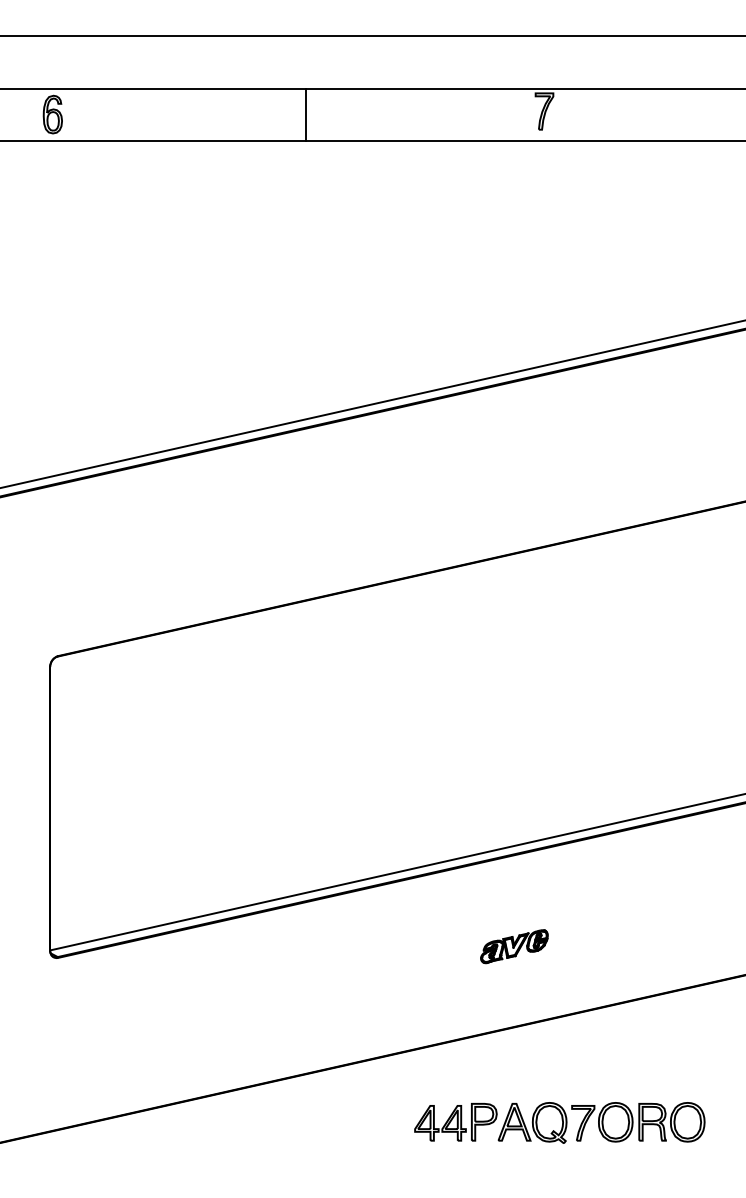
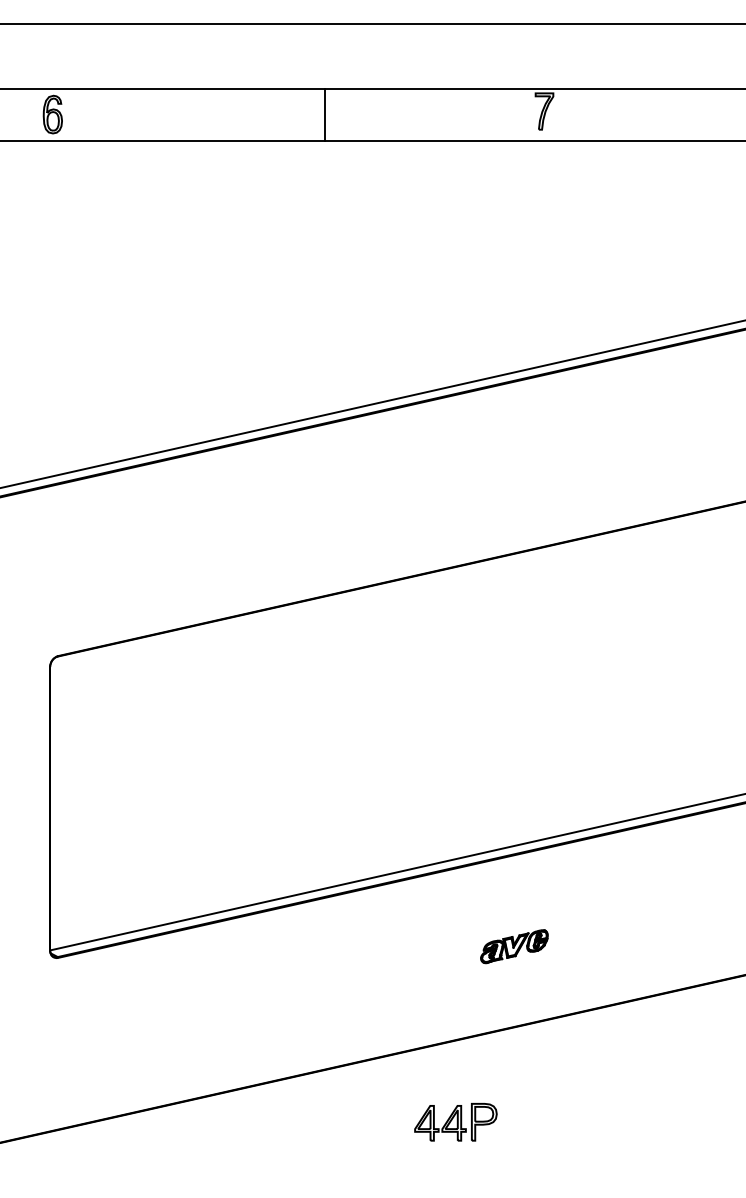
line at (372, 35) position: (372, 35) -> (372, 23)
line at (306, 114) position: (306, 114) -> (325, 114)
part at (601, 1122): present -> none
